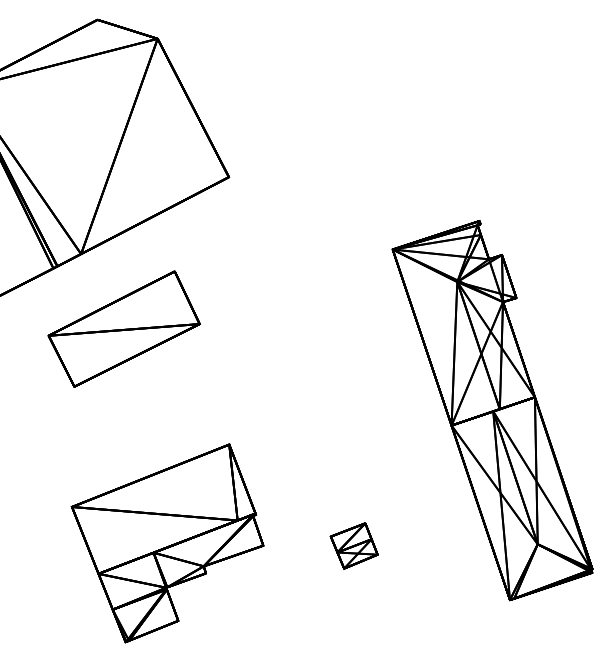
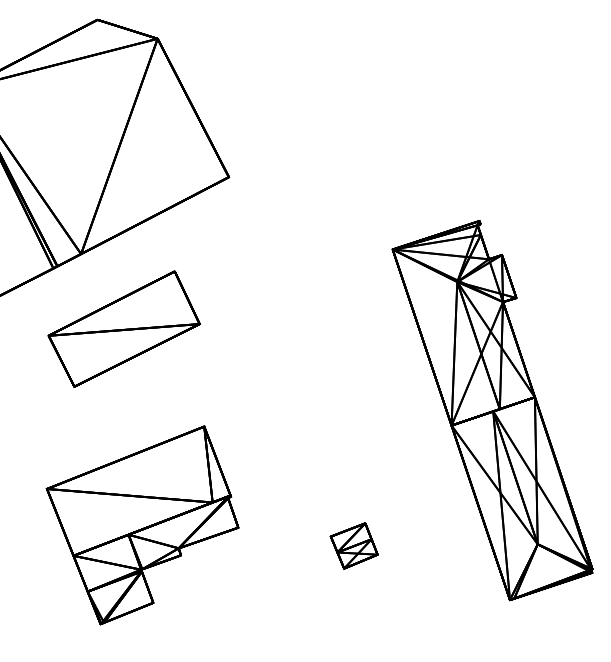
part at (167, 543) position: (167, 543) -> (142, 525)
